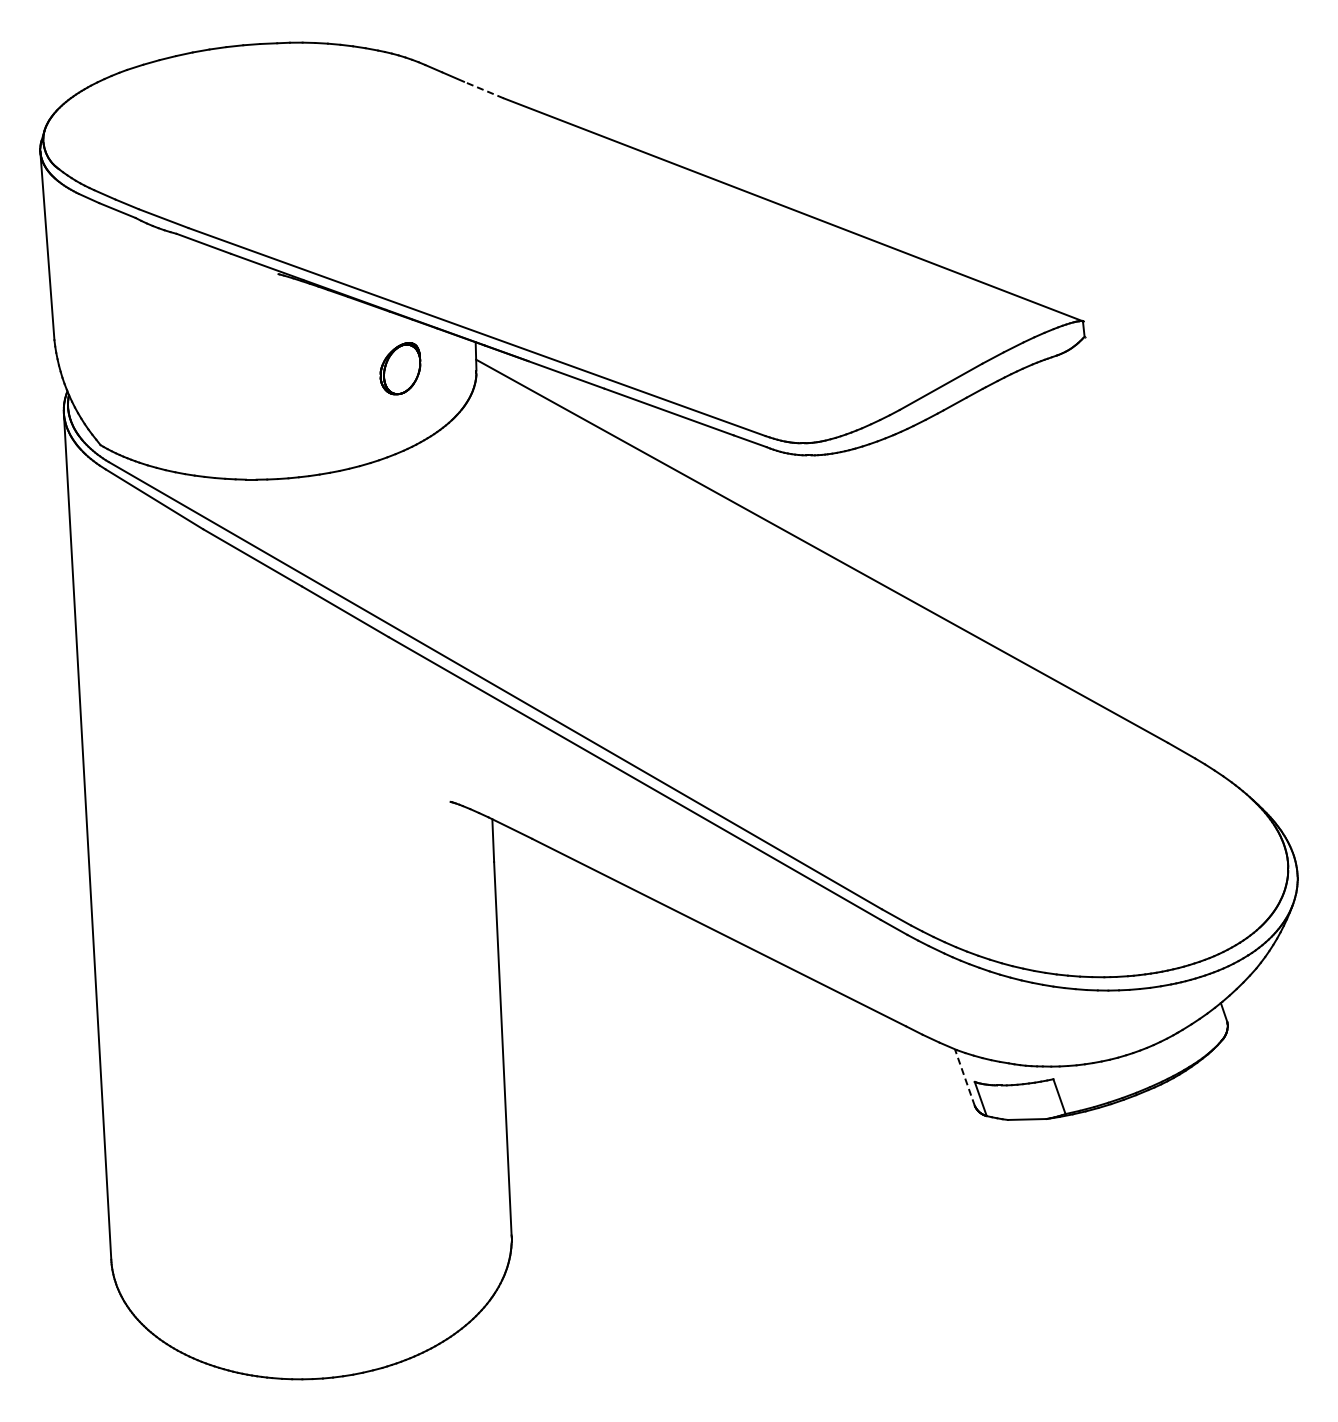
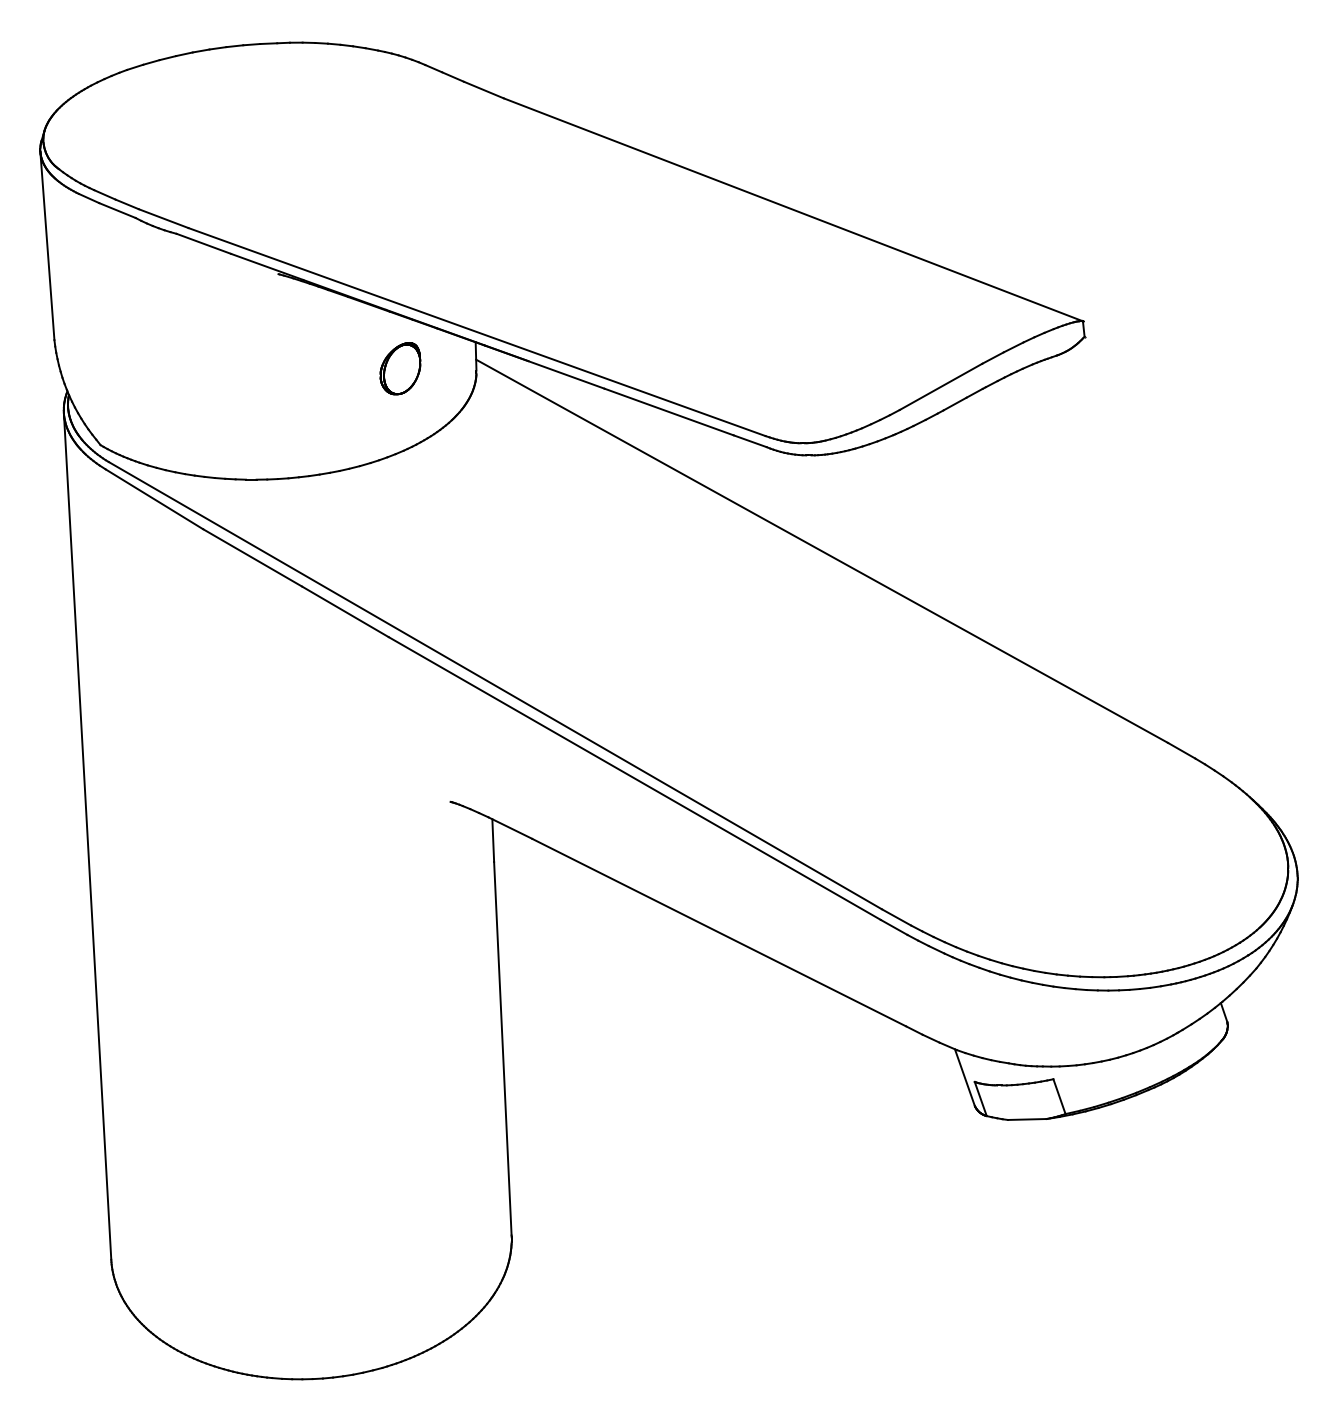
line at (483, 90): dashed -> solid
line at (964, 1077): dashed -> solid
